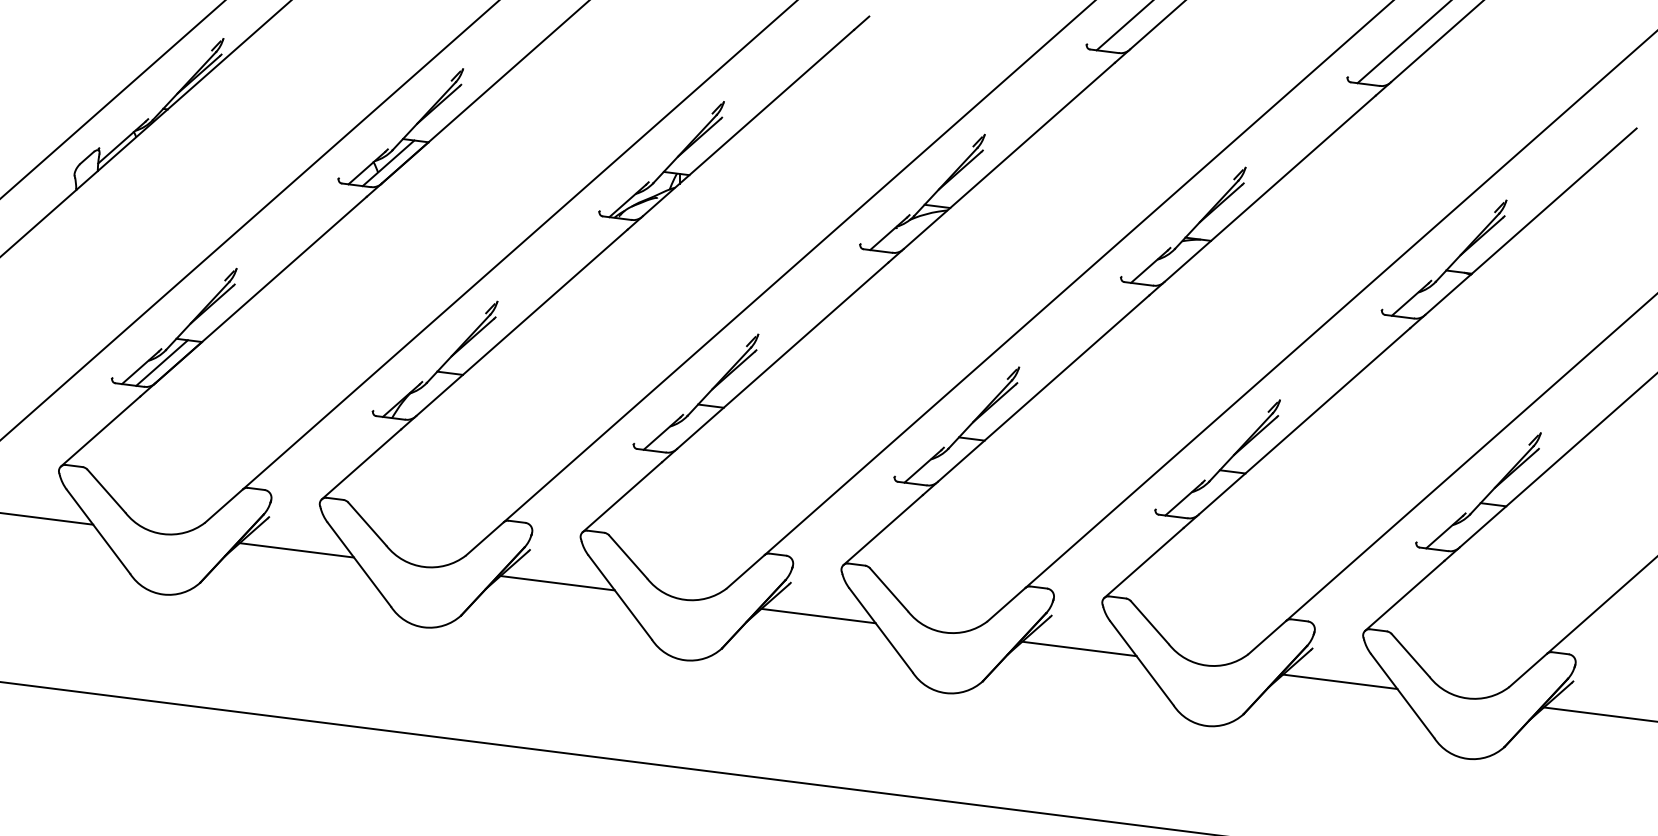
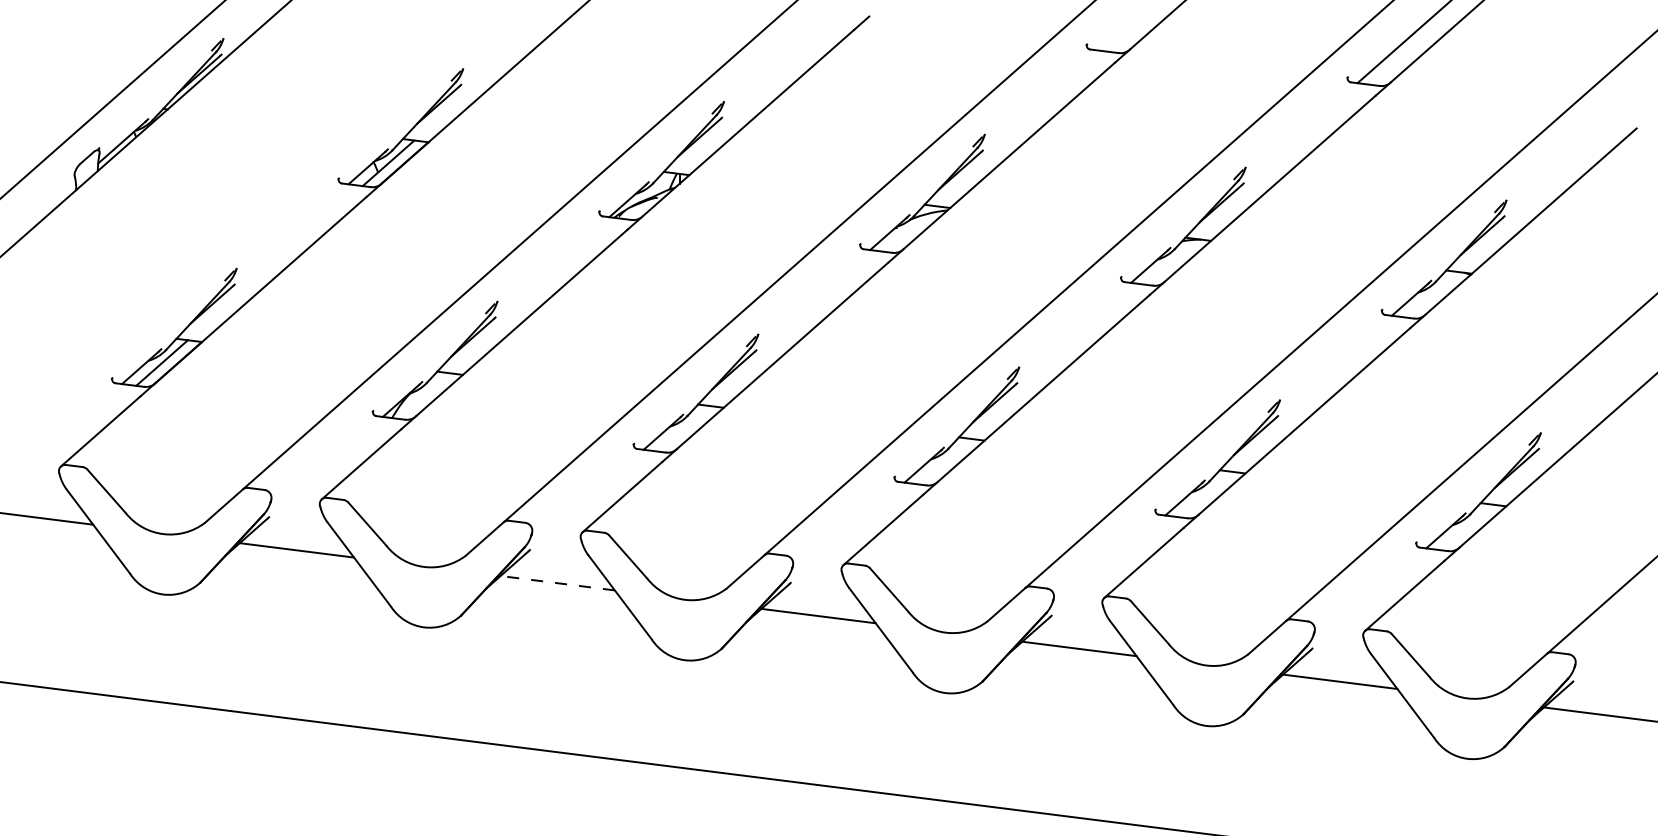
line at (1123, 26): present -> none
line at (249, 220): present -> none
line at (557, 583): solid -> dashed
